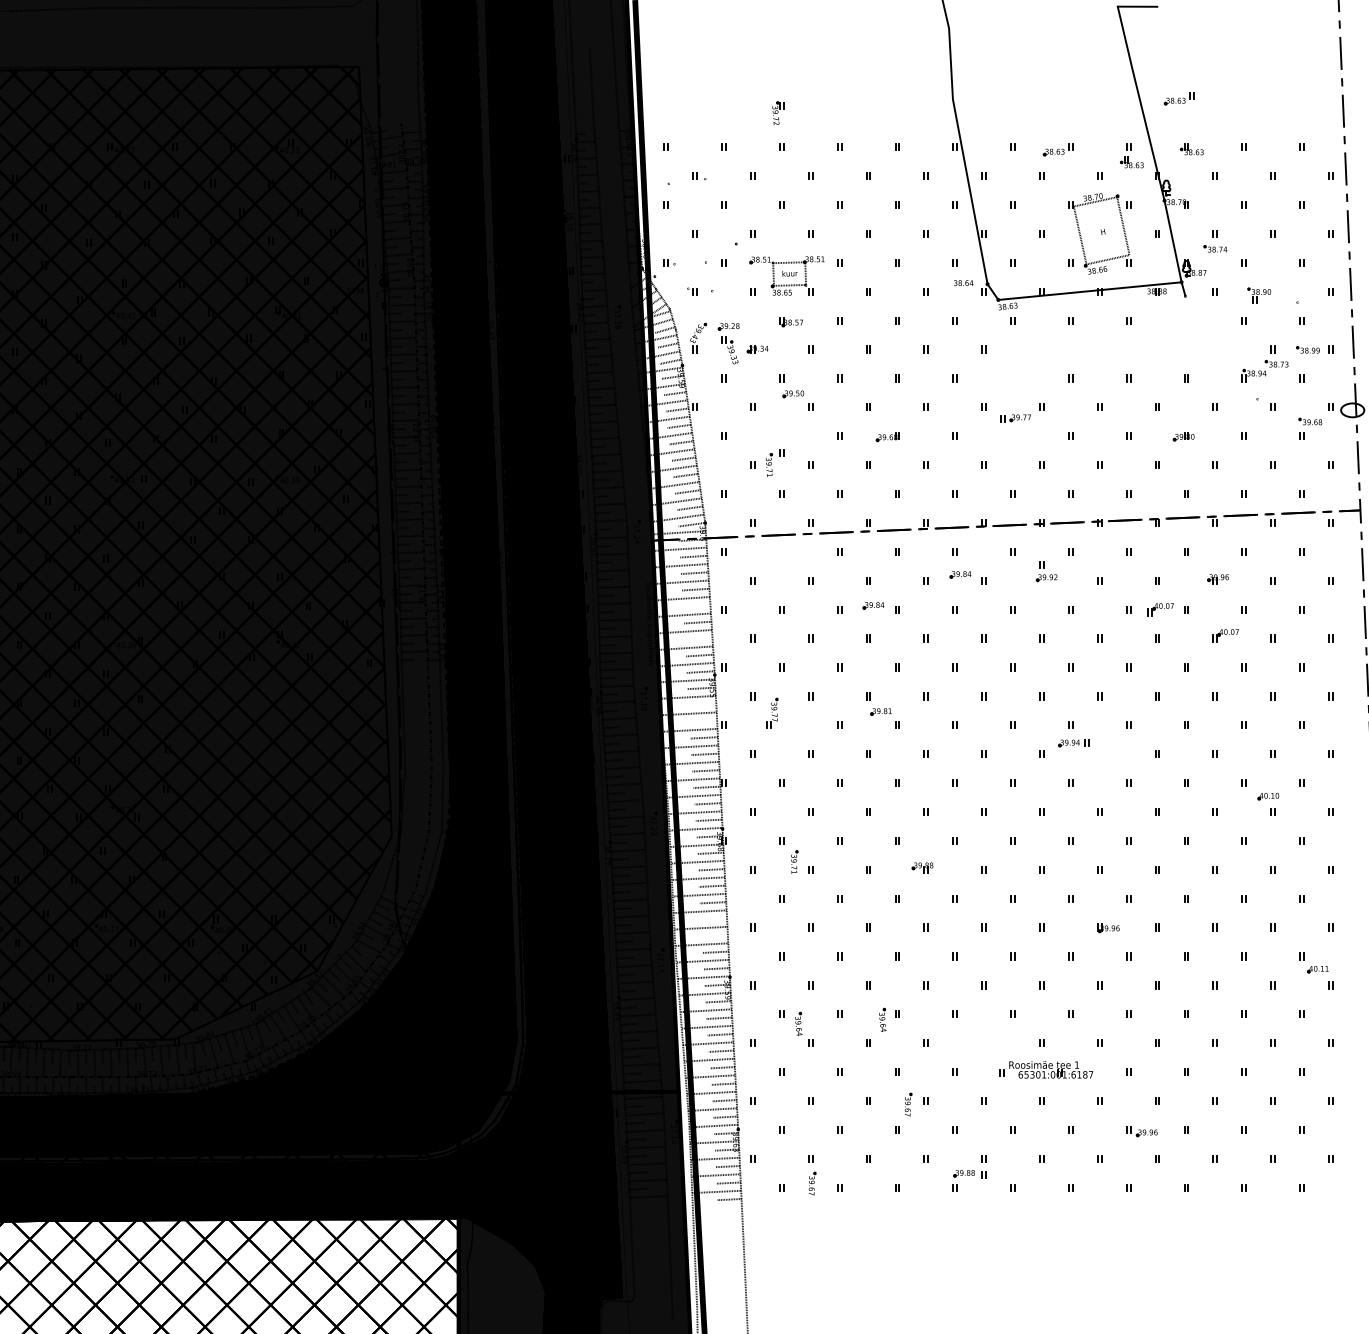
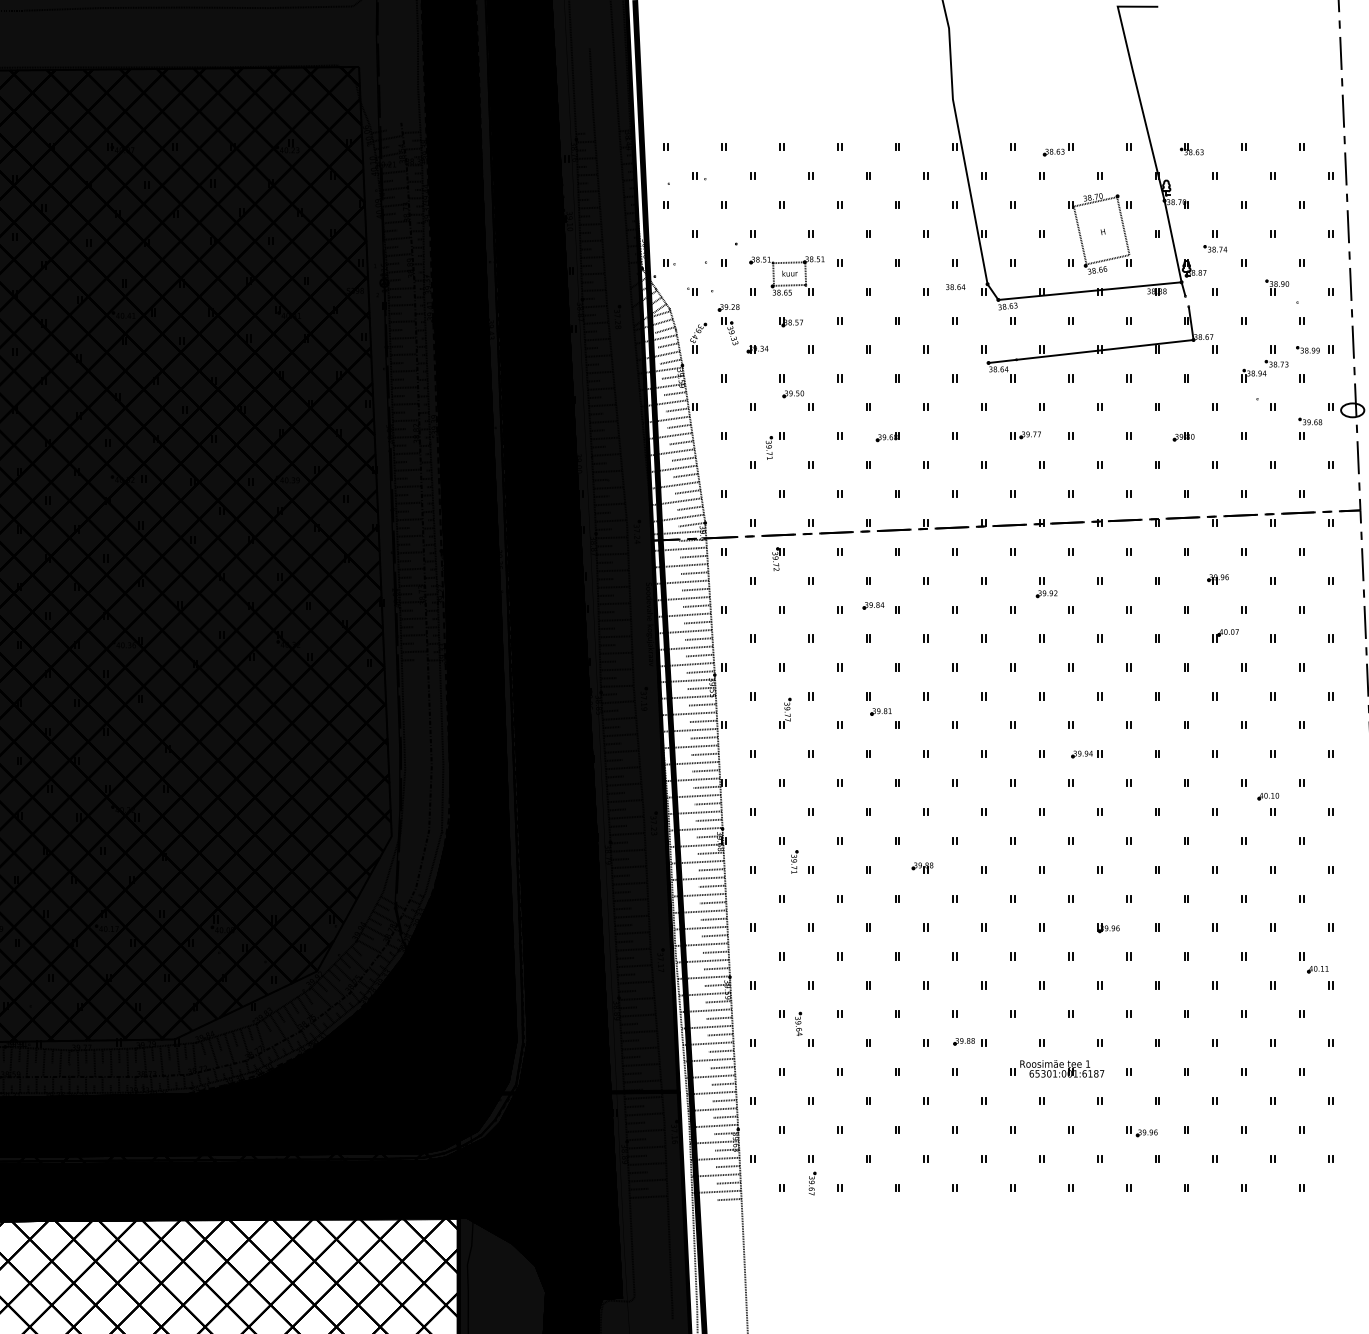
part at (1178, 98): present -> none
part at (778, 113) position: (778, 113) -> (778, 559)
part at (1131, 162): present -> none
text at (963, 283) position: (963, 283) -> (955, 287)
part at (1259, 295) position: (1259, 295) -> (1277, 287)
part at (728, 343) position: (728, 343) -> (728, 324)
part at (1101, 343): none -> present
part at (1015, 418) position: (1015, 418) -> (1025, 435)
part at (774, 462) position: (774, 462) -> (774, 445)
part at (1046, 571) position: (1046, 571) -> (1046, 587)
part at (960, 574): present -> none
line at (696, 606): none -> present
part at (1160, 609): present -> none
line at (698, 639): none -> present
line at (702, 704): none -> present
part at (772, 712) position: (772, 712) -> (785, 712)
line at (703, 721): none -> present
part at (1073, 743) position: (1073, 743) -> (1086, 754)
line at (713, 918): none -> present
line at (714, 935): none -> present
part at (882, 1019): present -> none
part at (1046, 1069) position: (1046, 1069) -> (1057, 1068)
part at (908, 1104): present -> none
part at (969, 1174) position: (969, 1174) -> (969, 1042)
